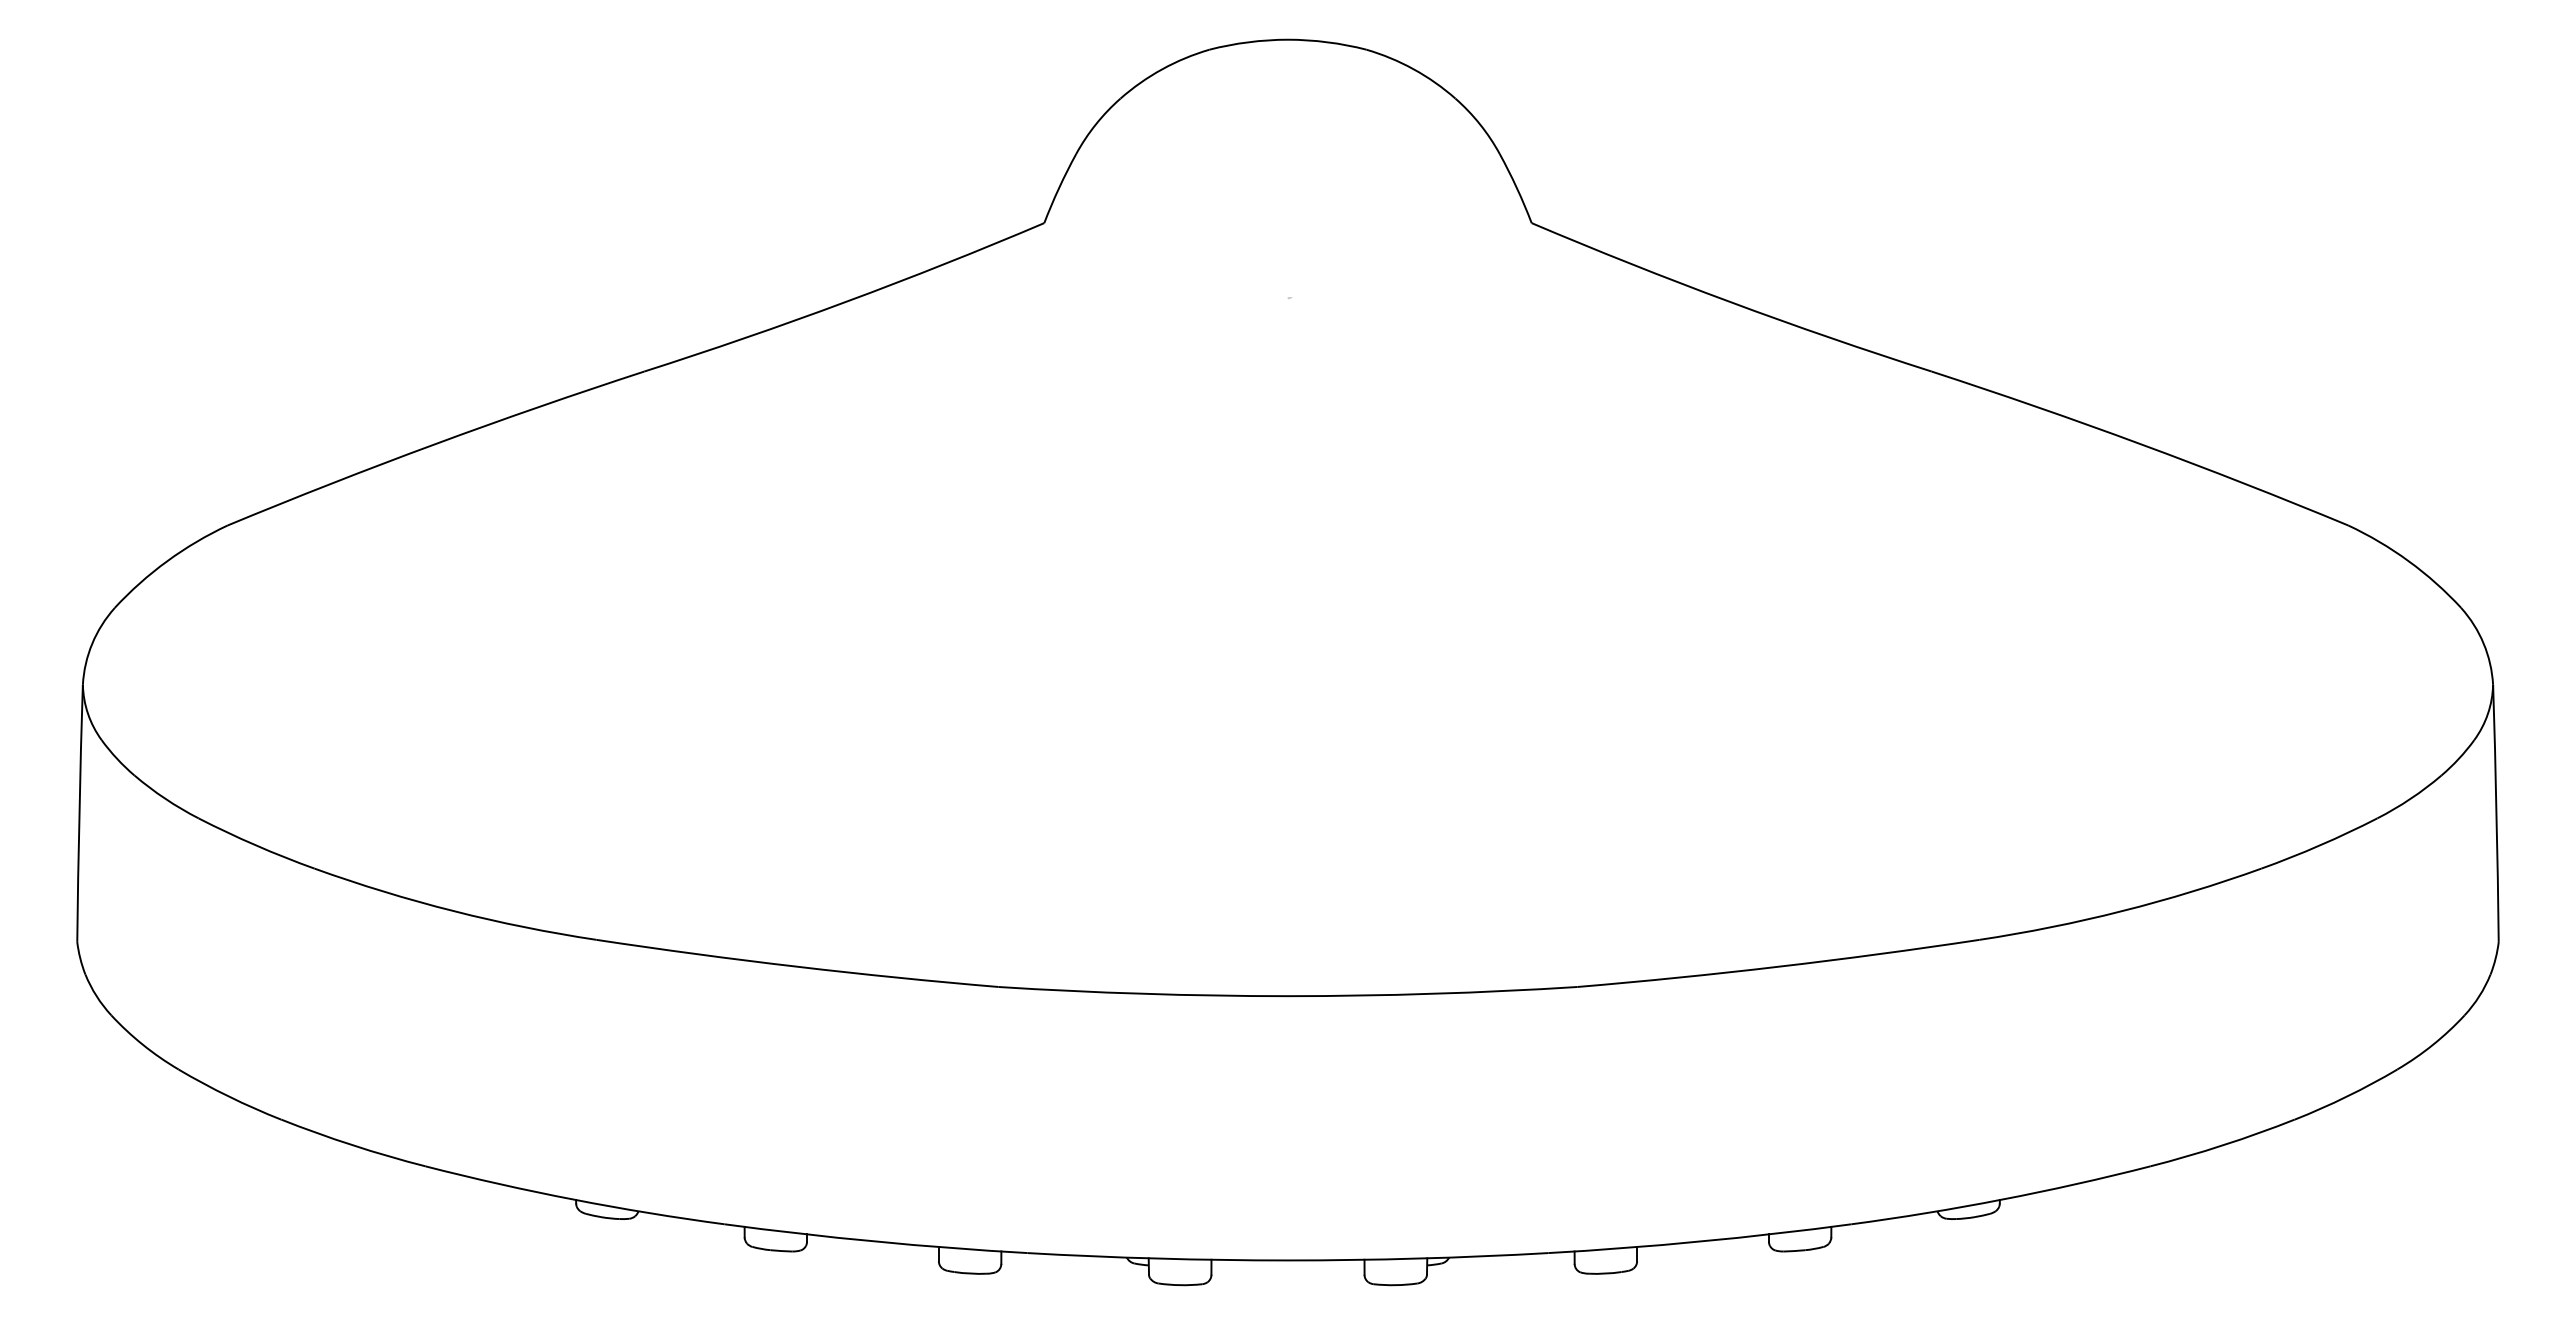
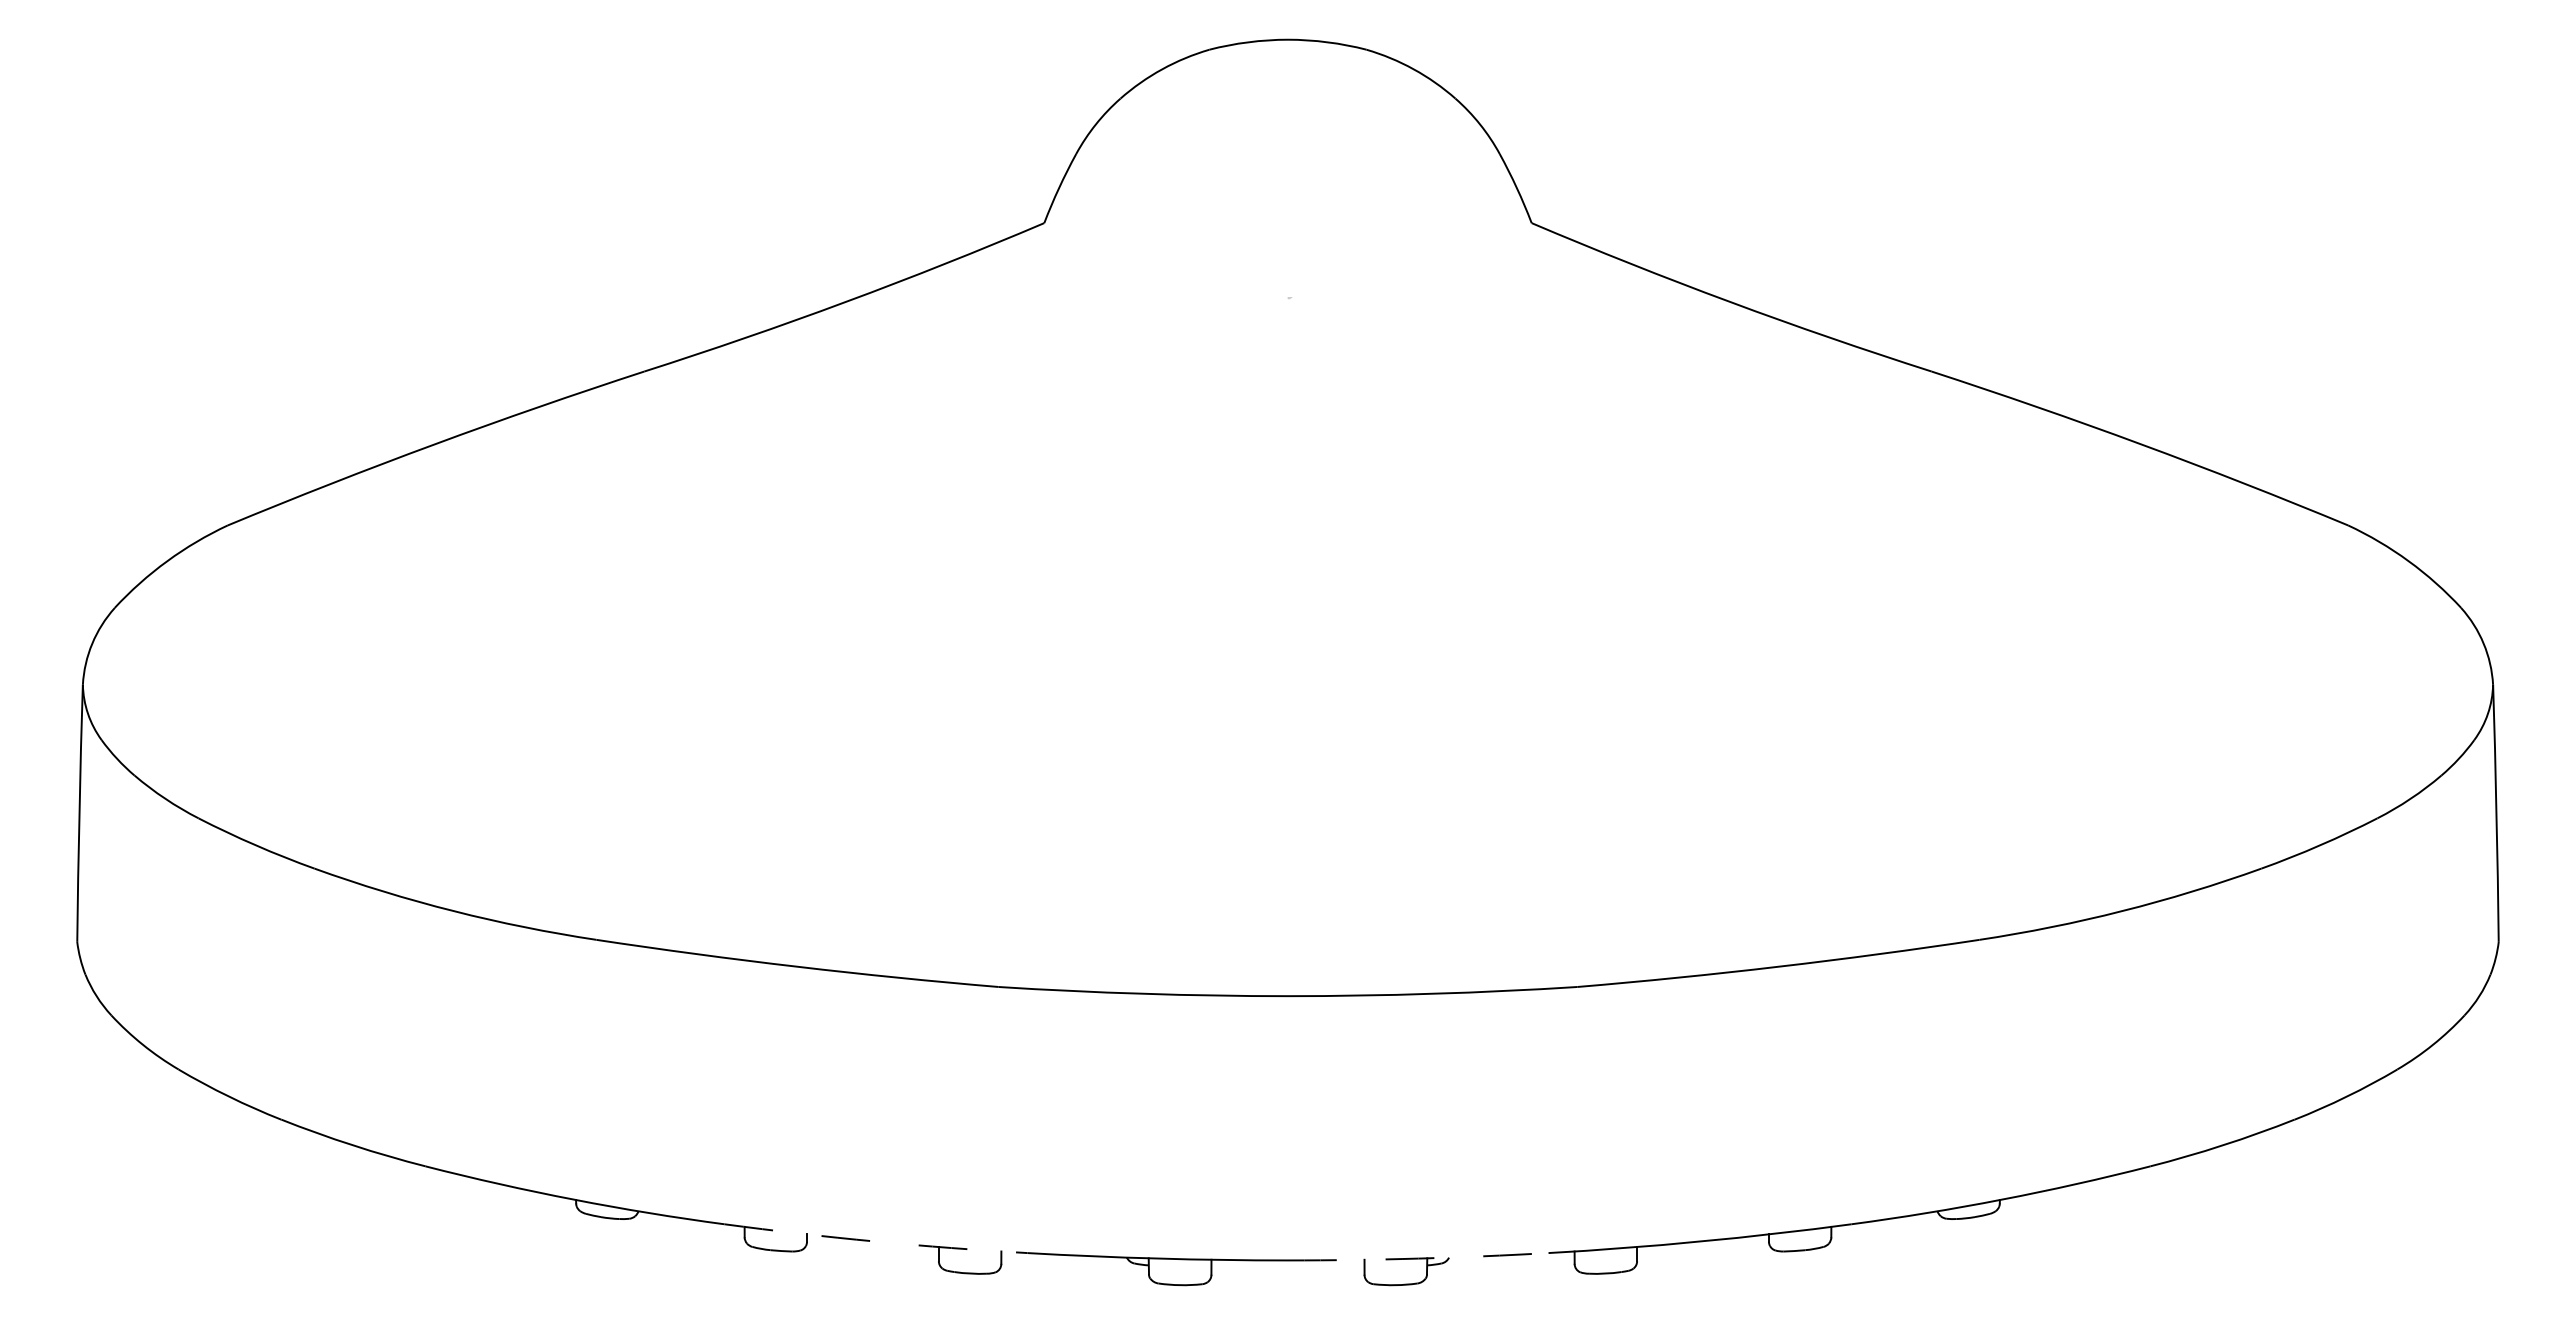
arc at (875, 1241): solid -> dashed
arc at (1418, 1258): solid -> dashed
